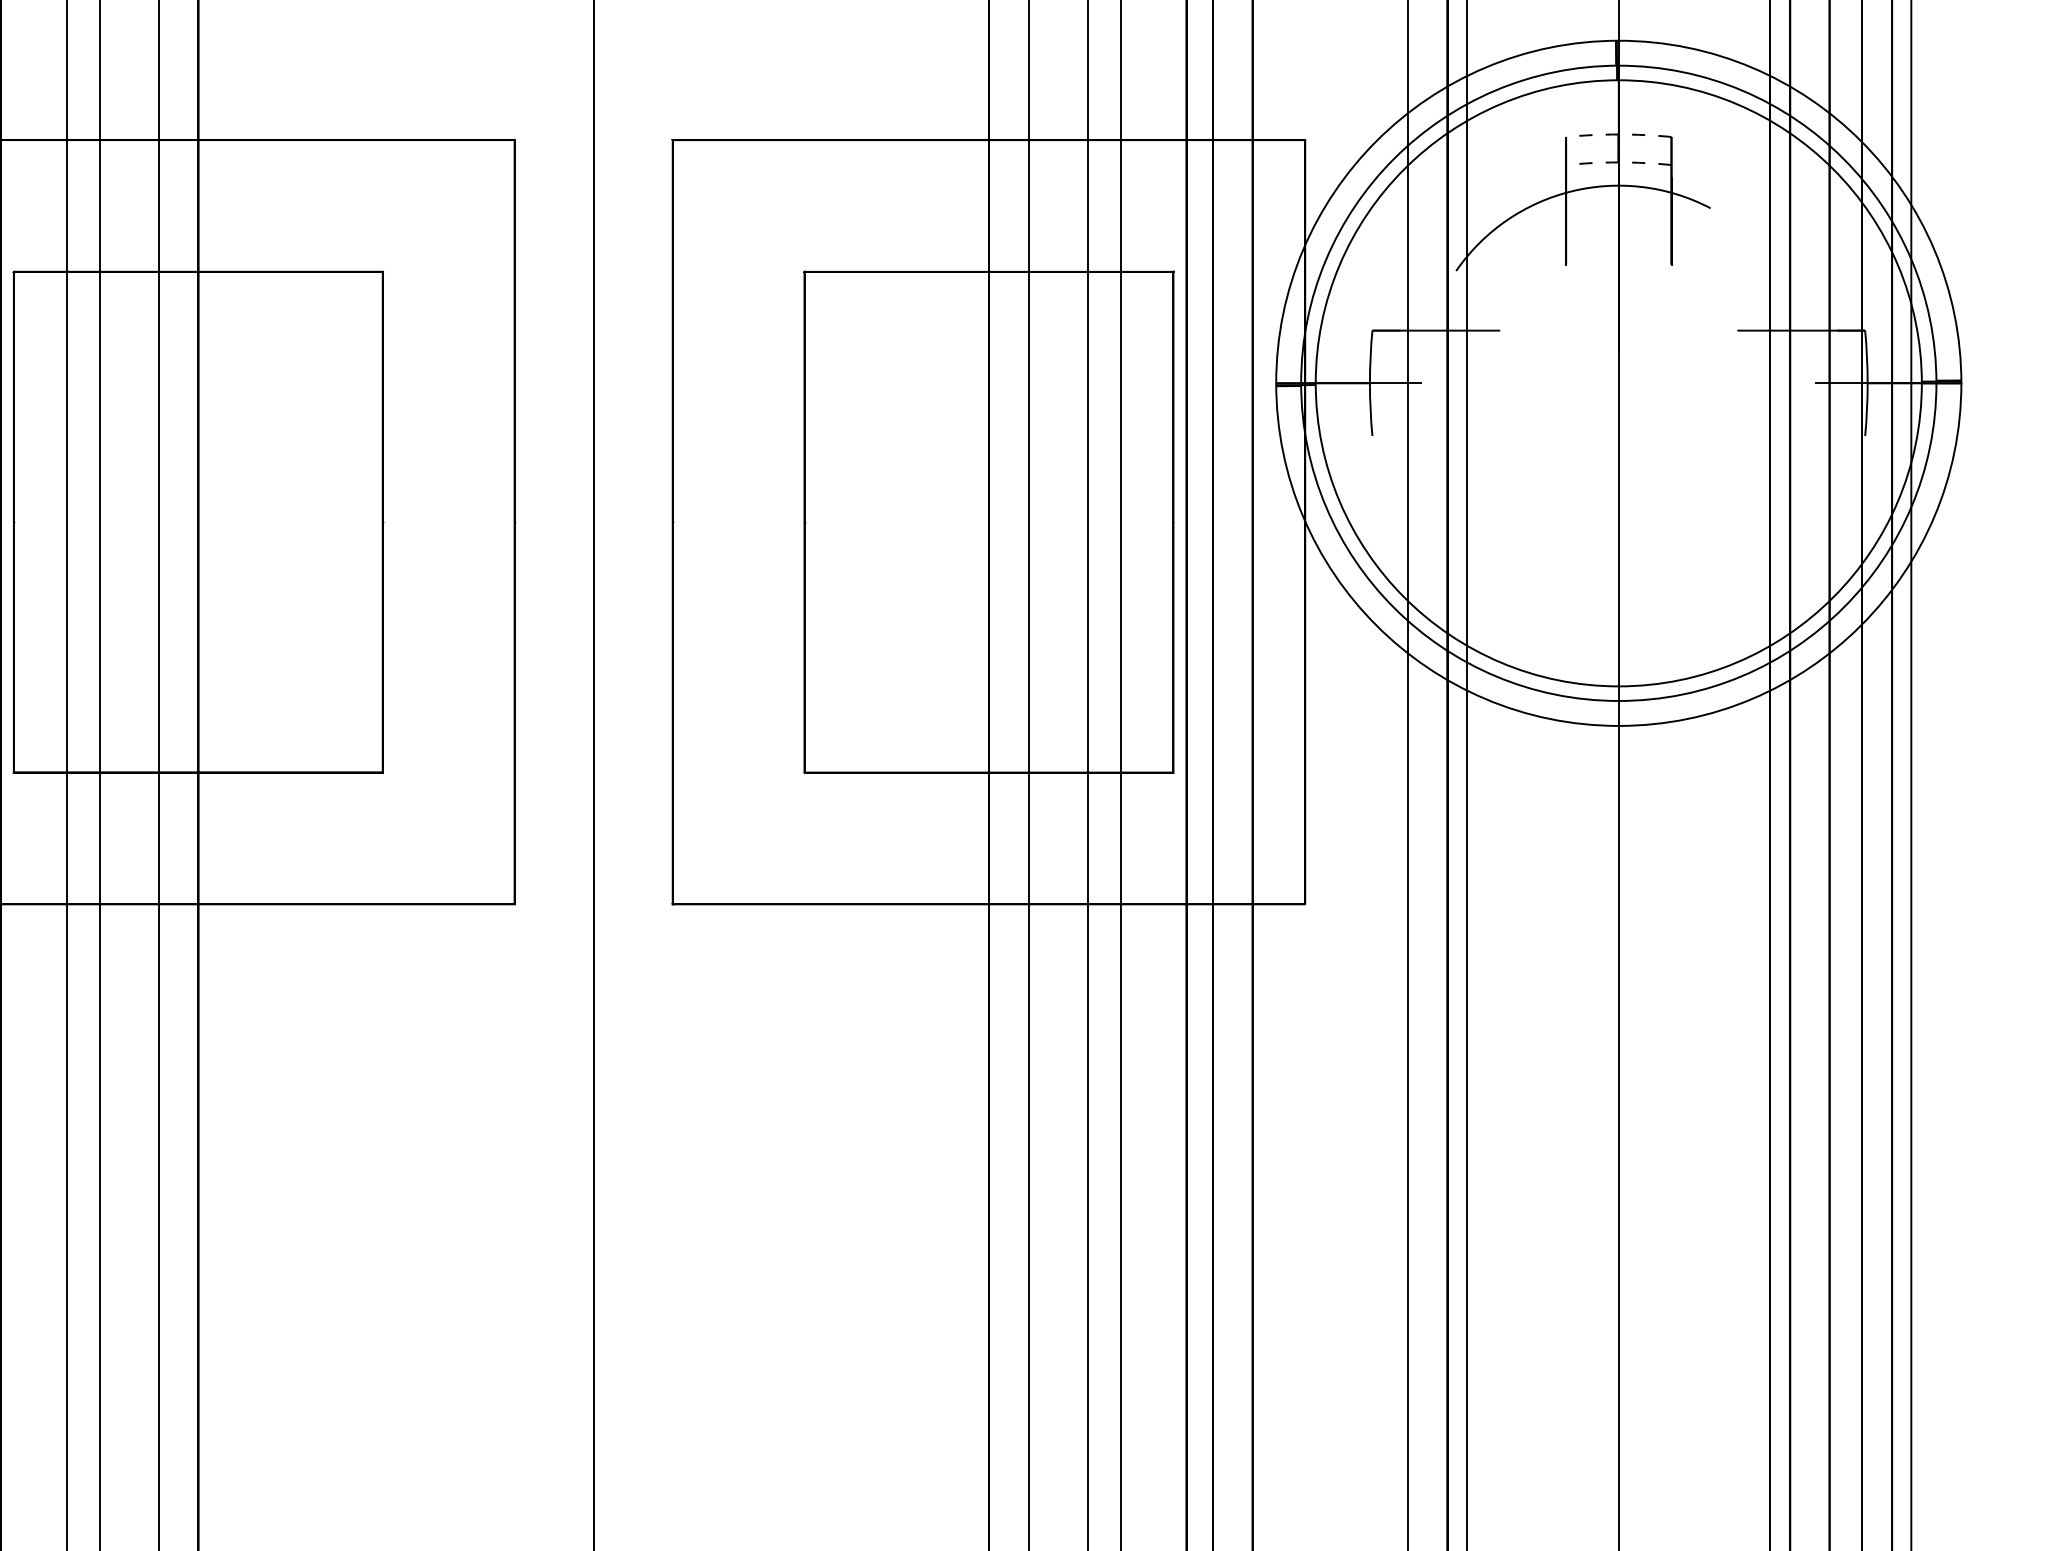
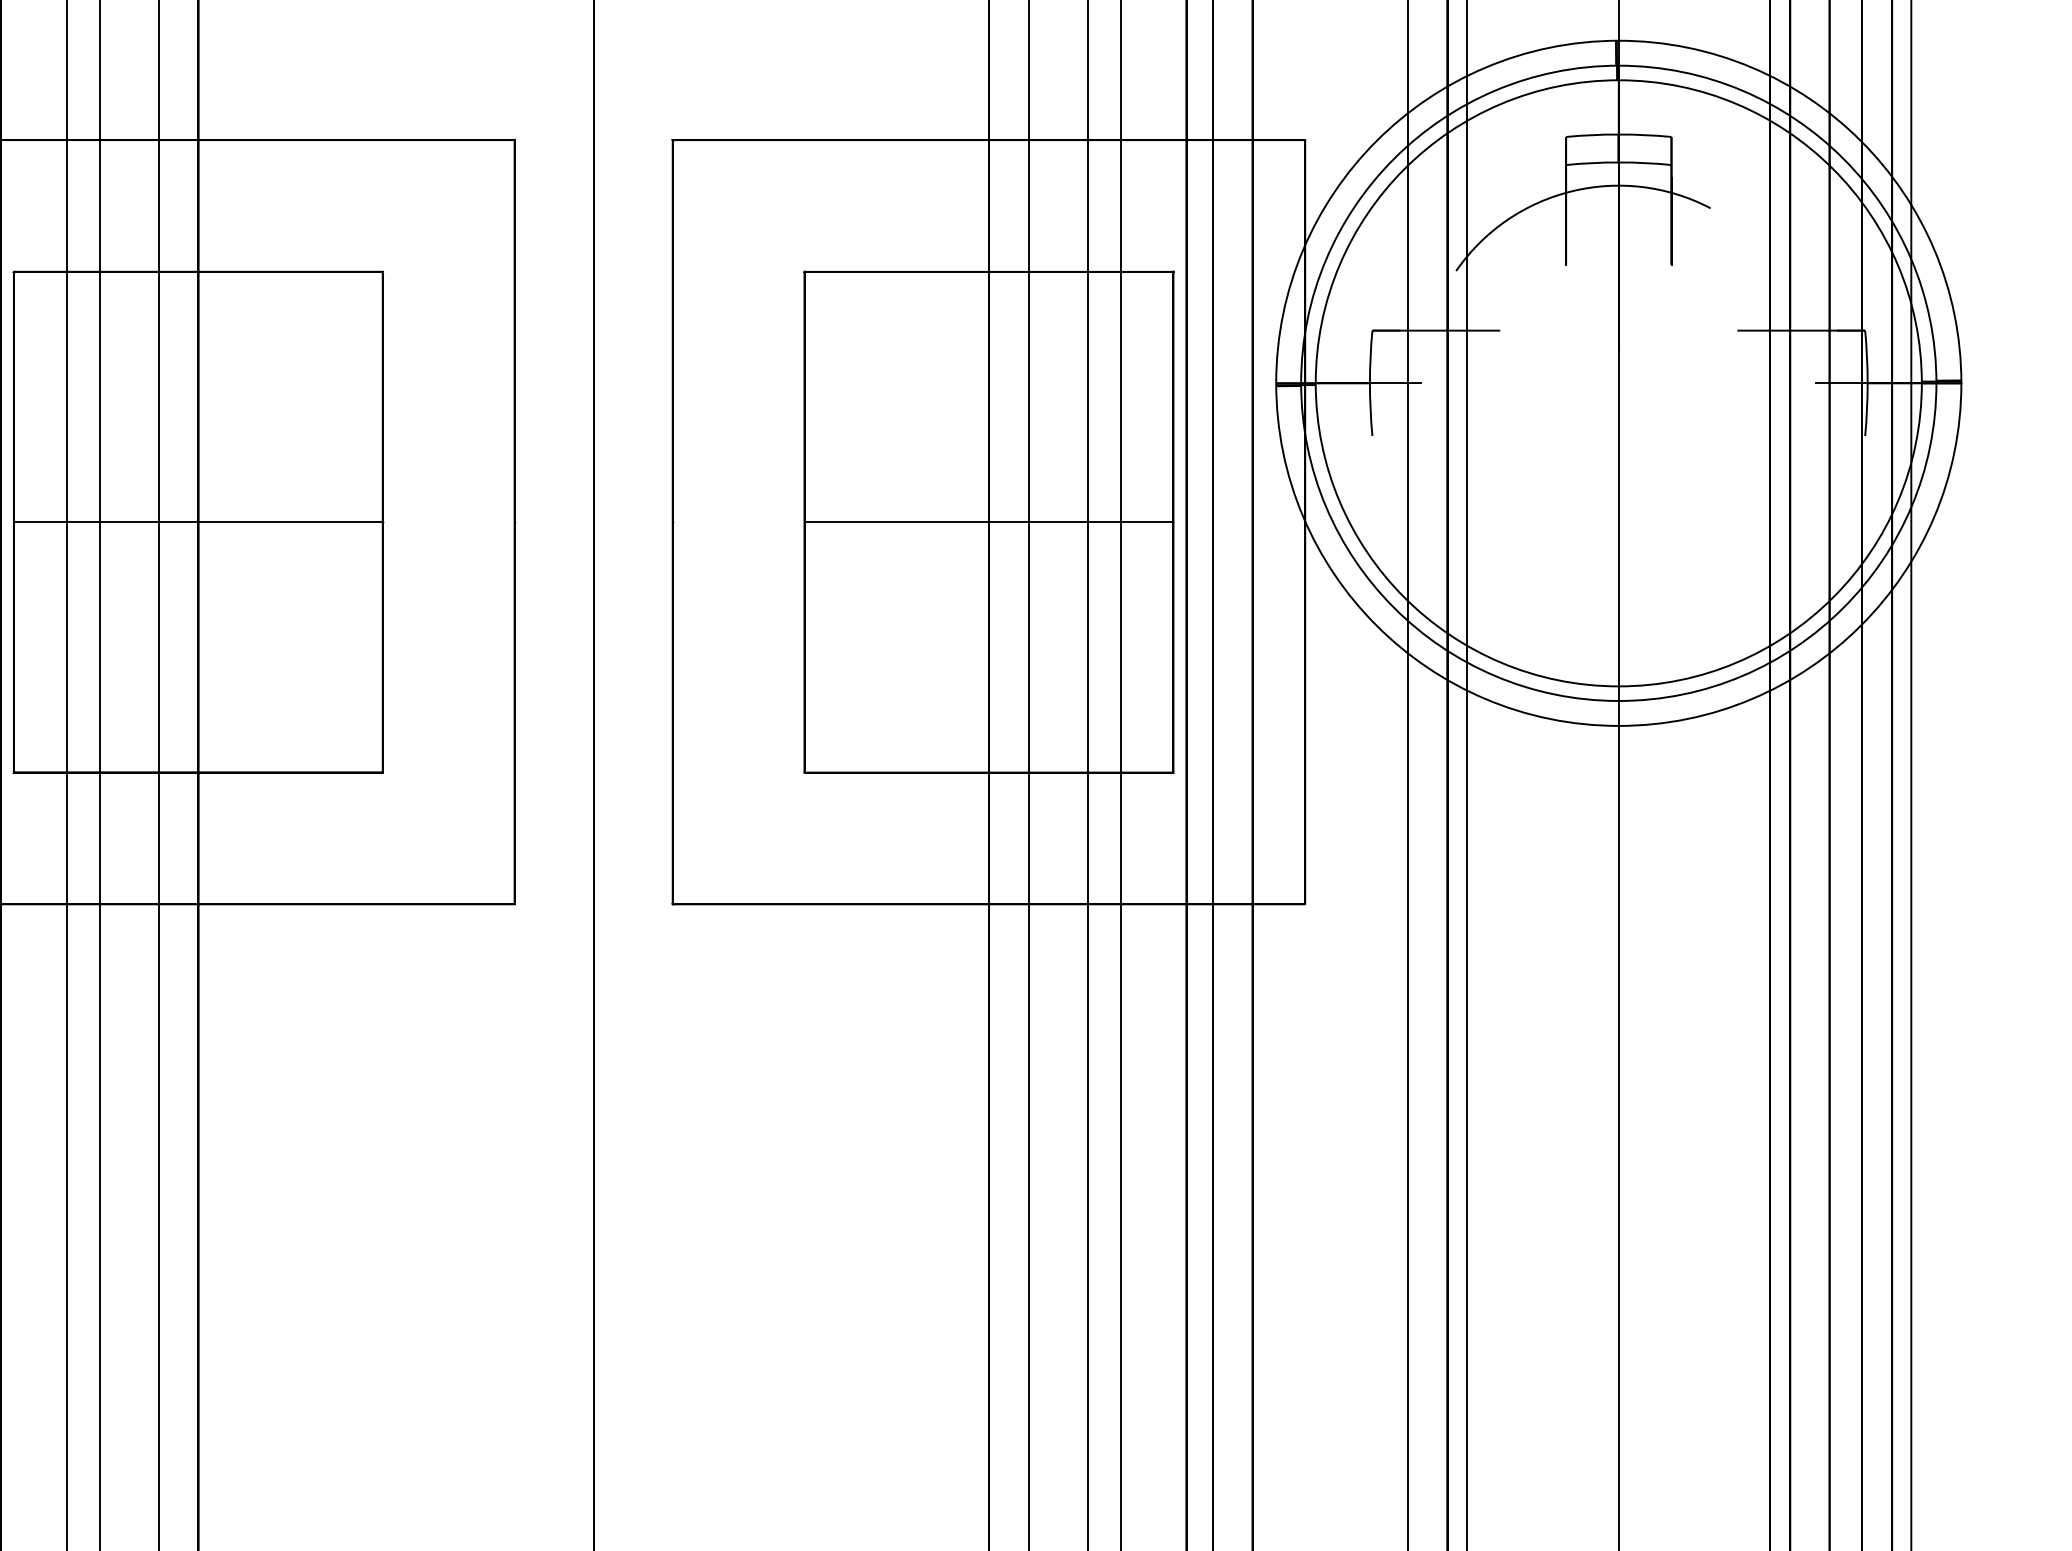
arc at (1618, 134): dashed -> solid
arc at (1618, 162): dashed -> solid
line at (197, 522): none -> present
line at (988, 522): none -> present
